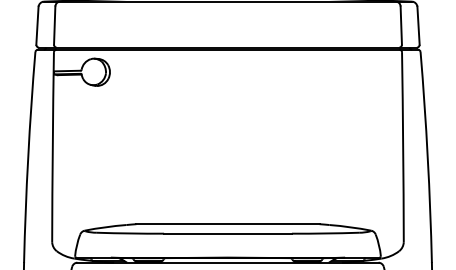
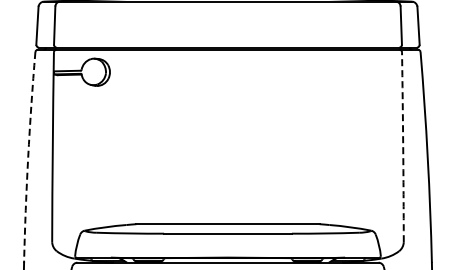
arc at (403, 147): solid -> dashed
arc at (28, 157): solid -> dashed
